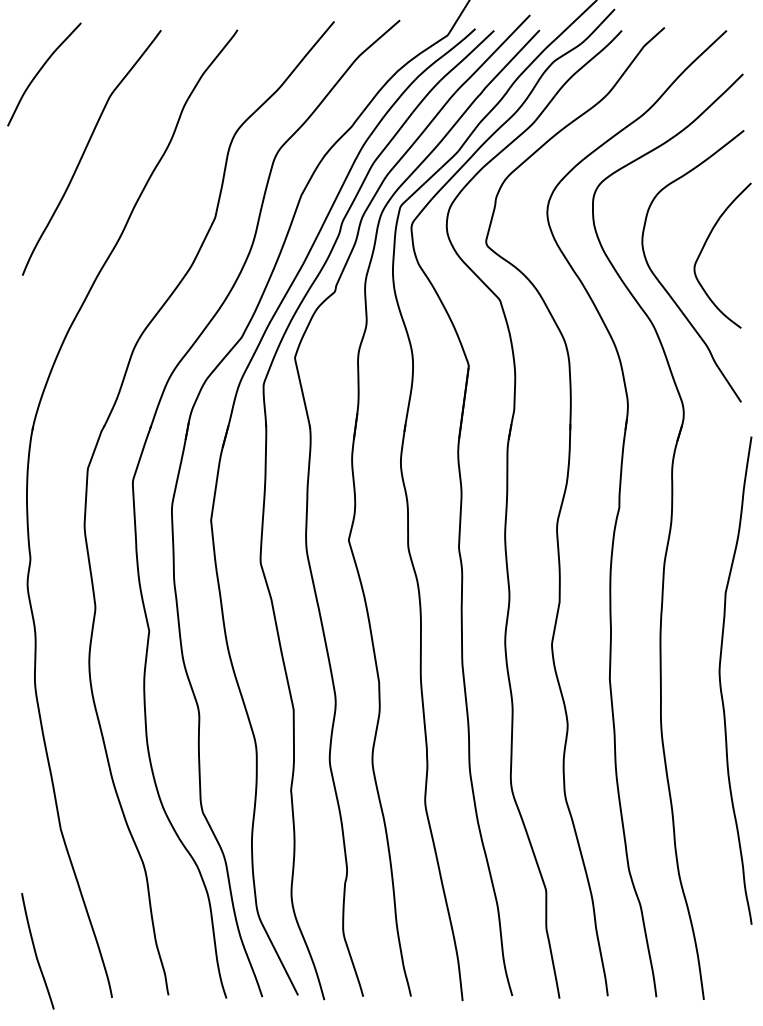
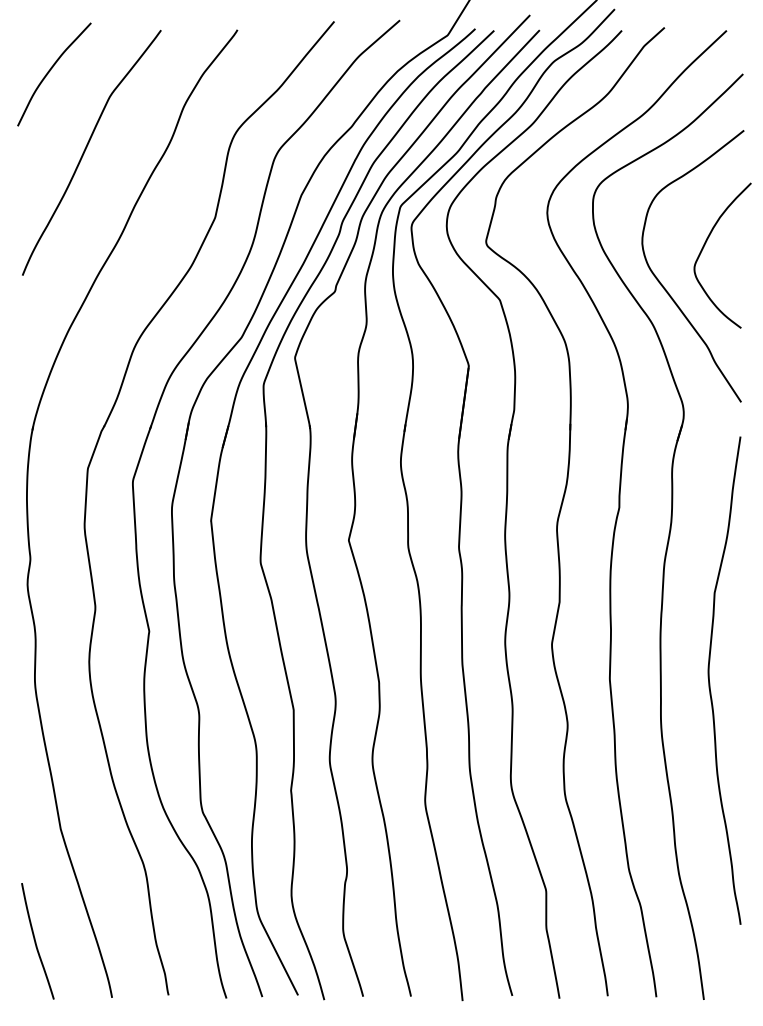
curve at (40, 71) position: (40, 71) -> (50, 71)
curve at (721, 682) position: (721, 682) -> (710, 682)
curve at (36, 951) position: (36, 951) -> (36, 941)
